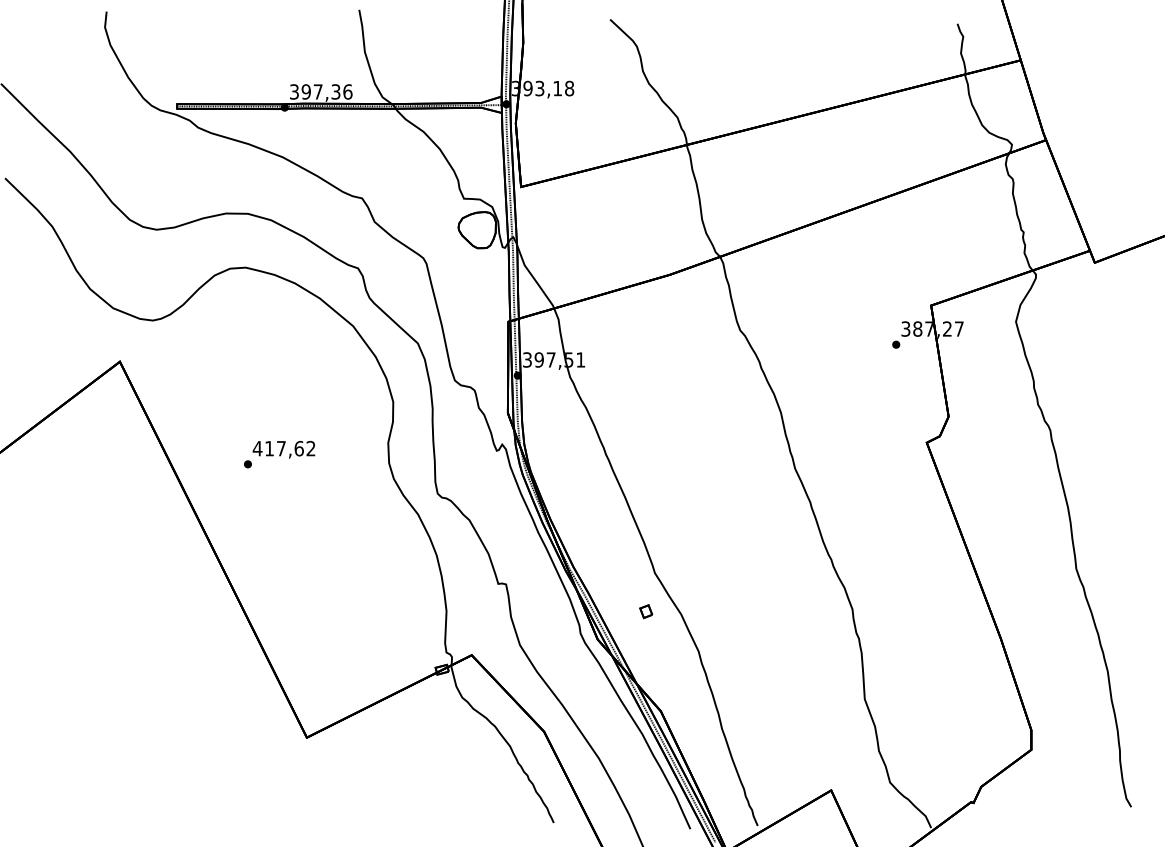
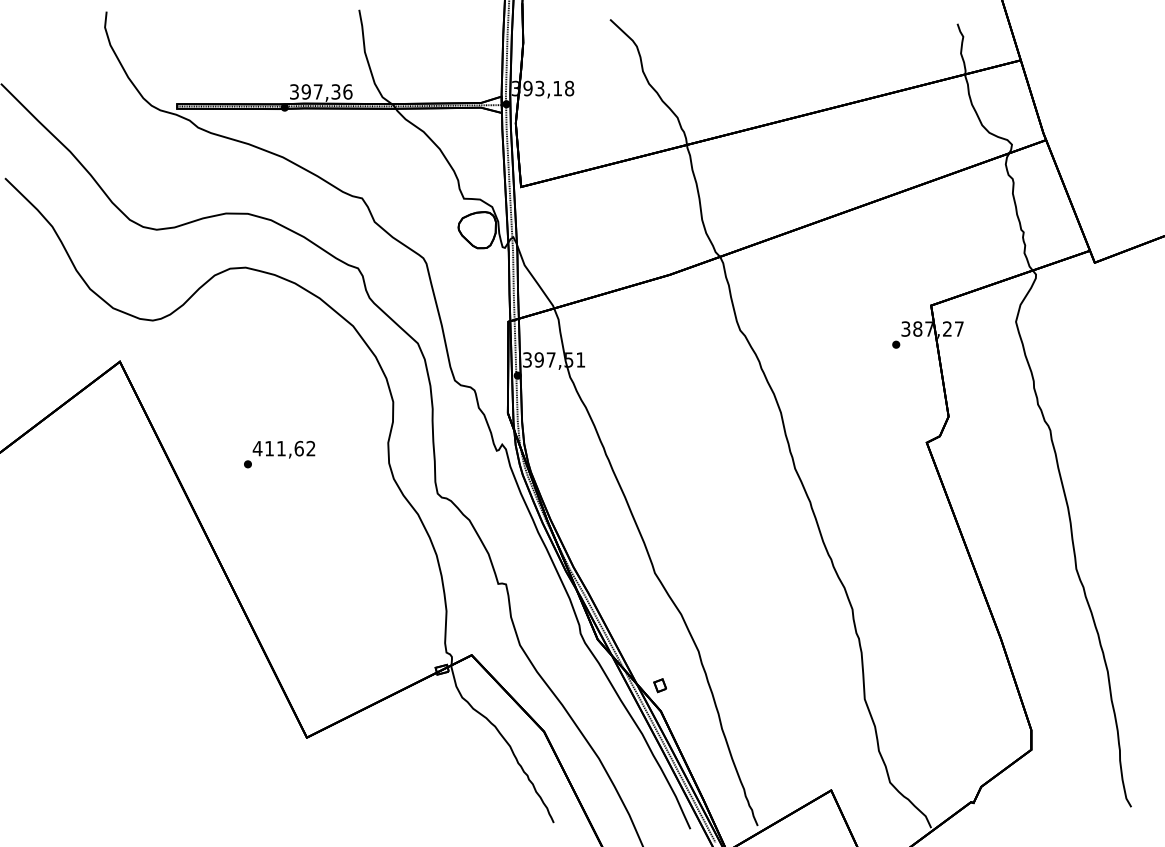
text at (281, 448): 417,62 -> 411,62
part at (646, 611) position: (646, 611) -> (660, 685)
